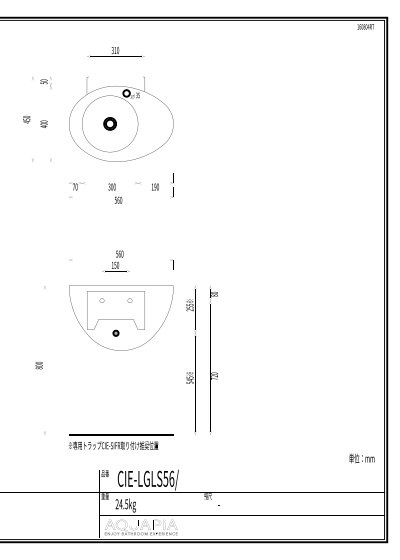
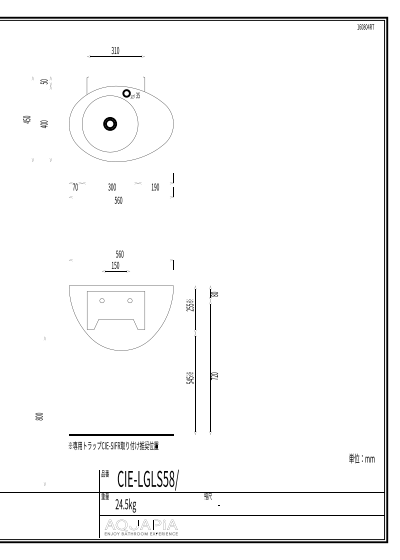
part at (115, 332): present -> none
text at (40, 360) position: (40, 360) -> (40, 411)
text at (171, 478): CIE-LGLS56/ -> CIE-LGLS58/
